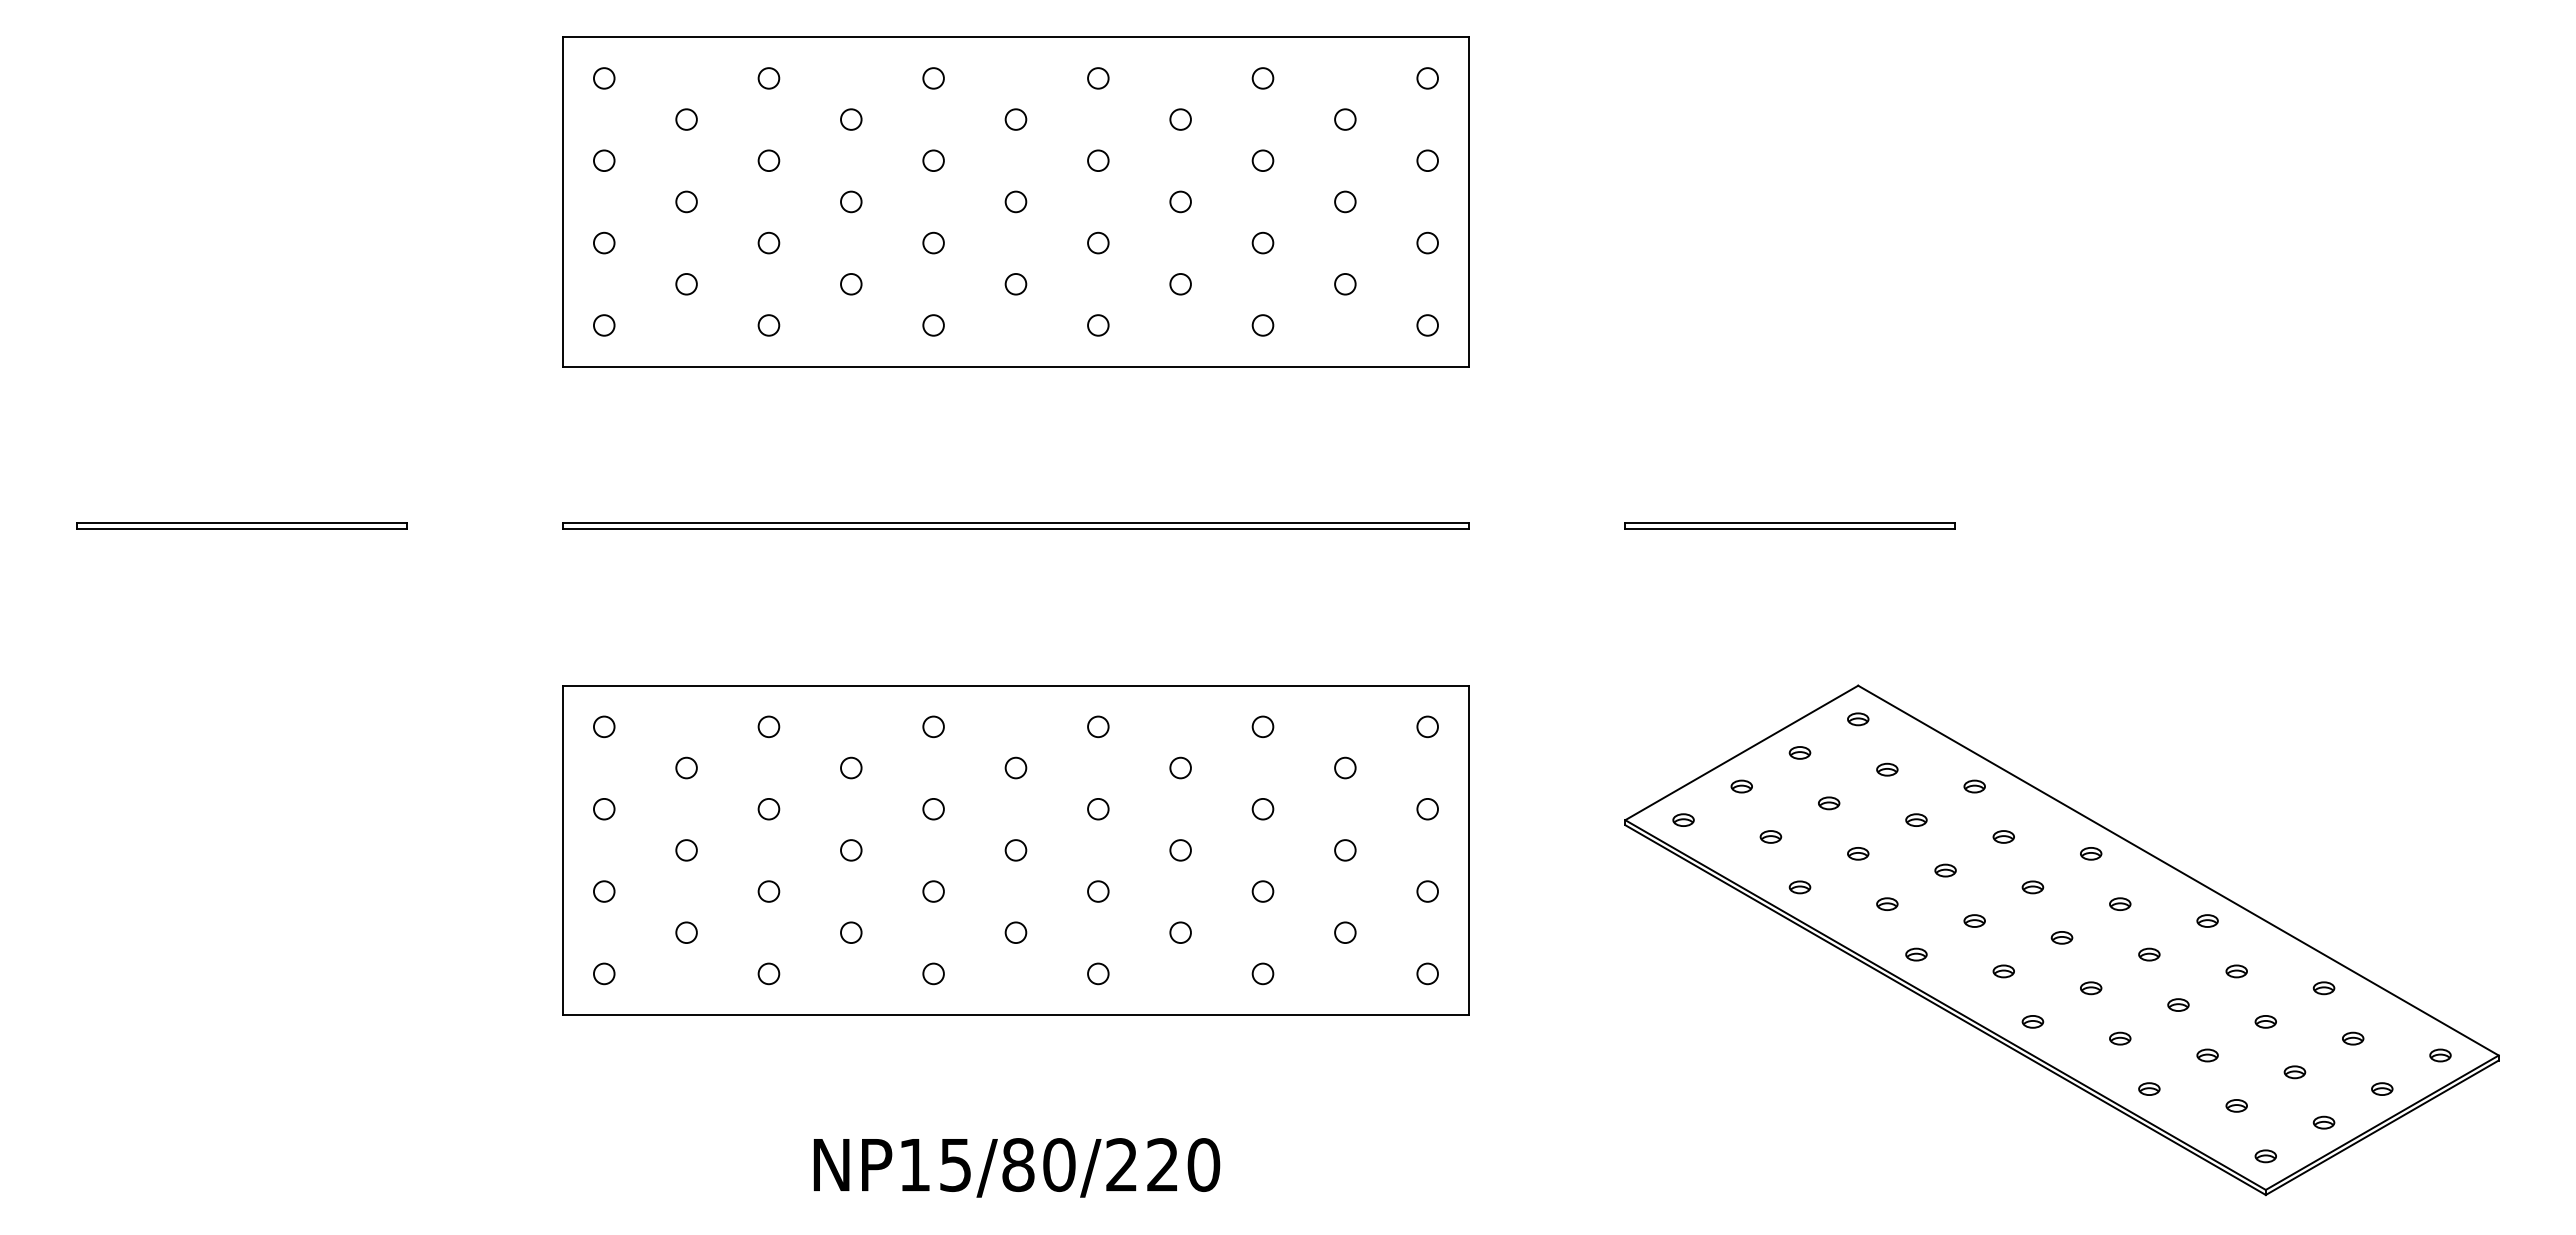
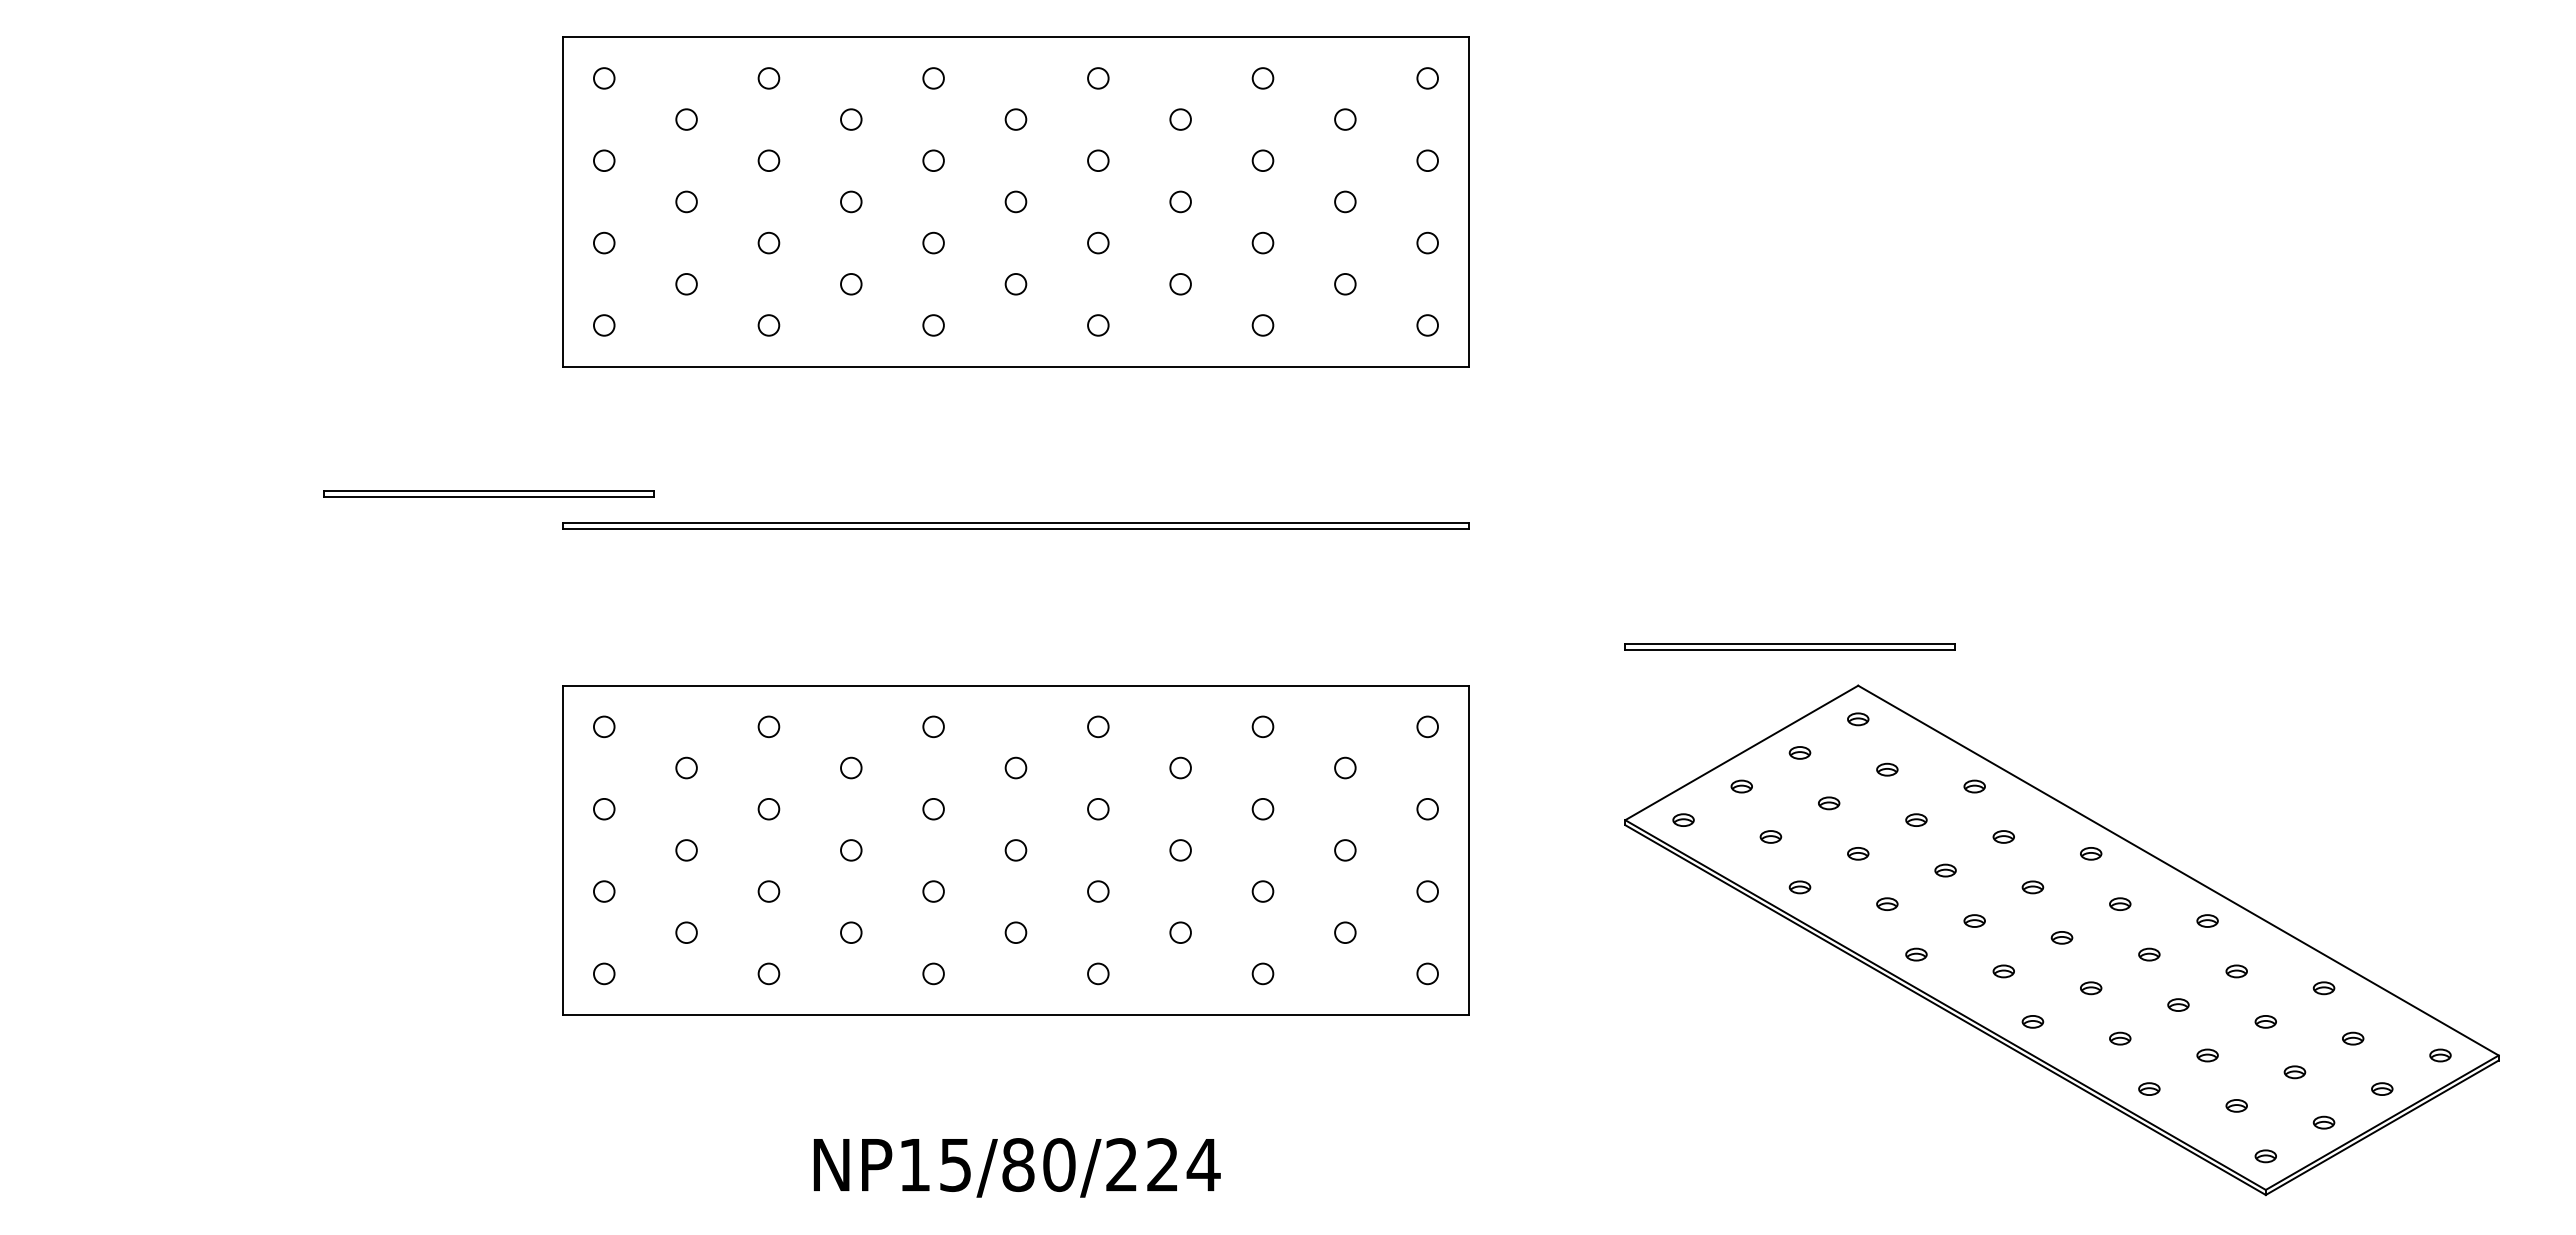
part at (241, 525) position: (241, 525) -> (488, 493)
part at (1789, 525) position: (1789, 525) -> (1789, 646)
text at (1203, 1164): NP15/80/220 -> NP15/80/224
